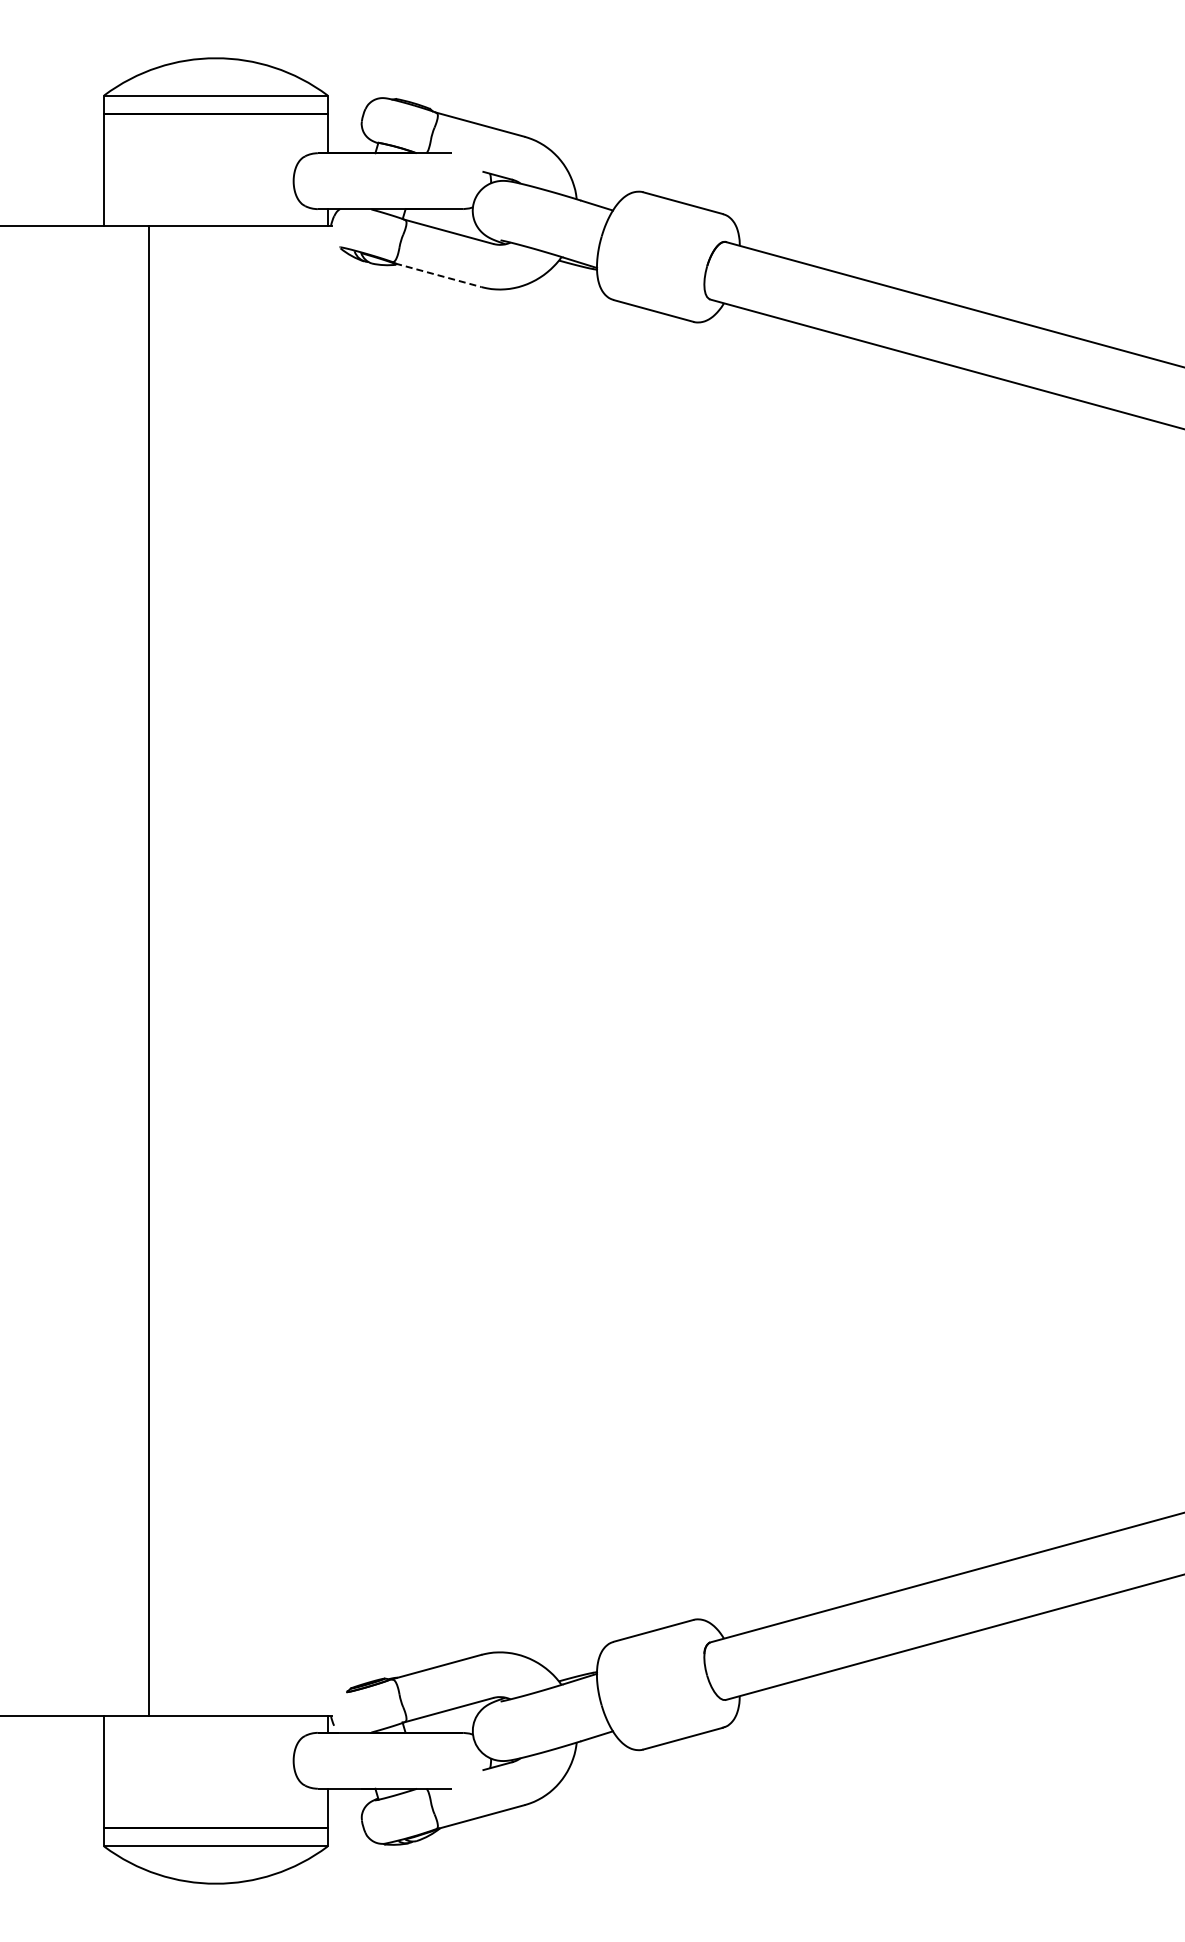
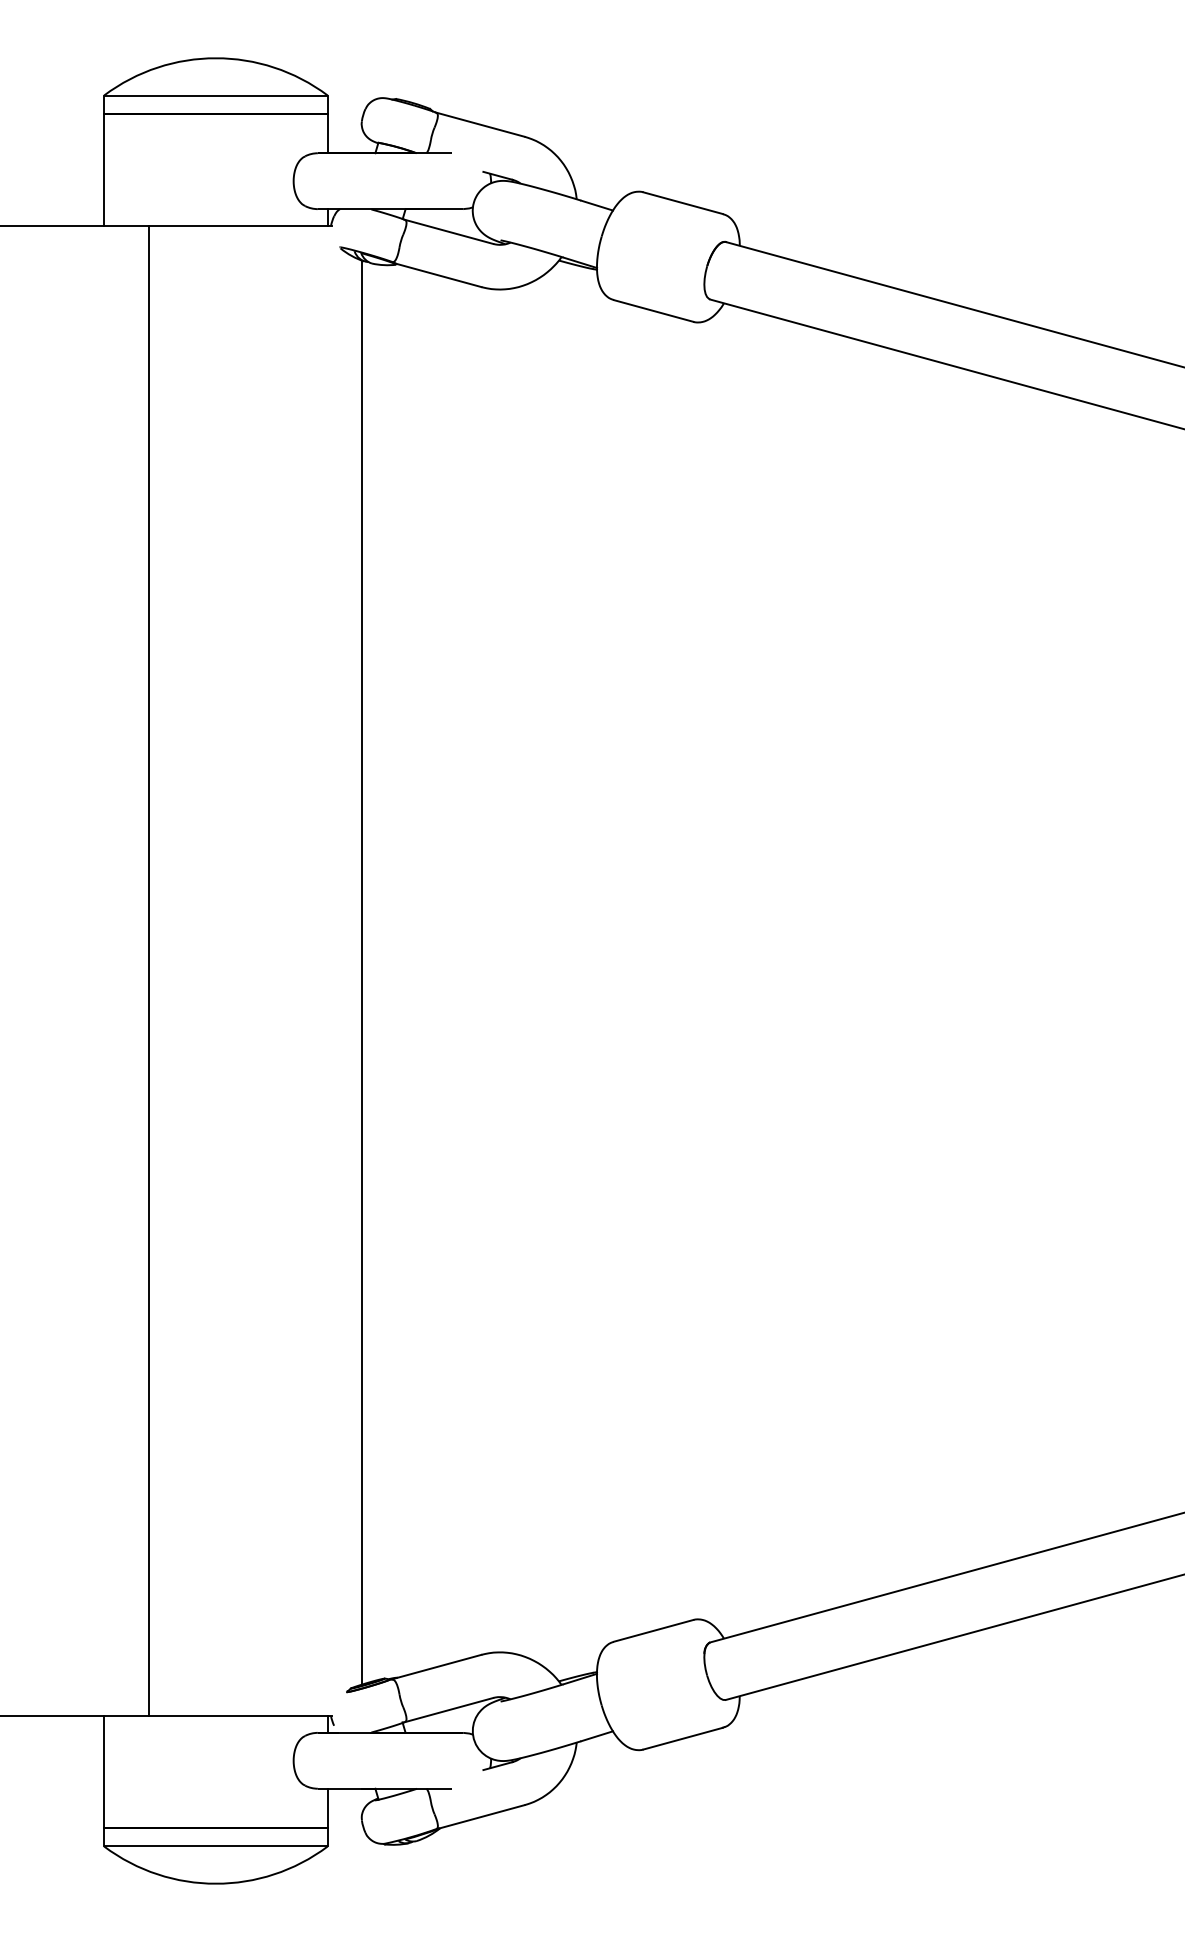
line at (438, 275): dashed -> solid
line at (361, 972): none -> present
